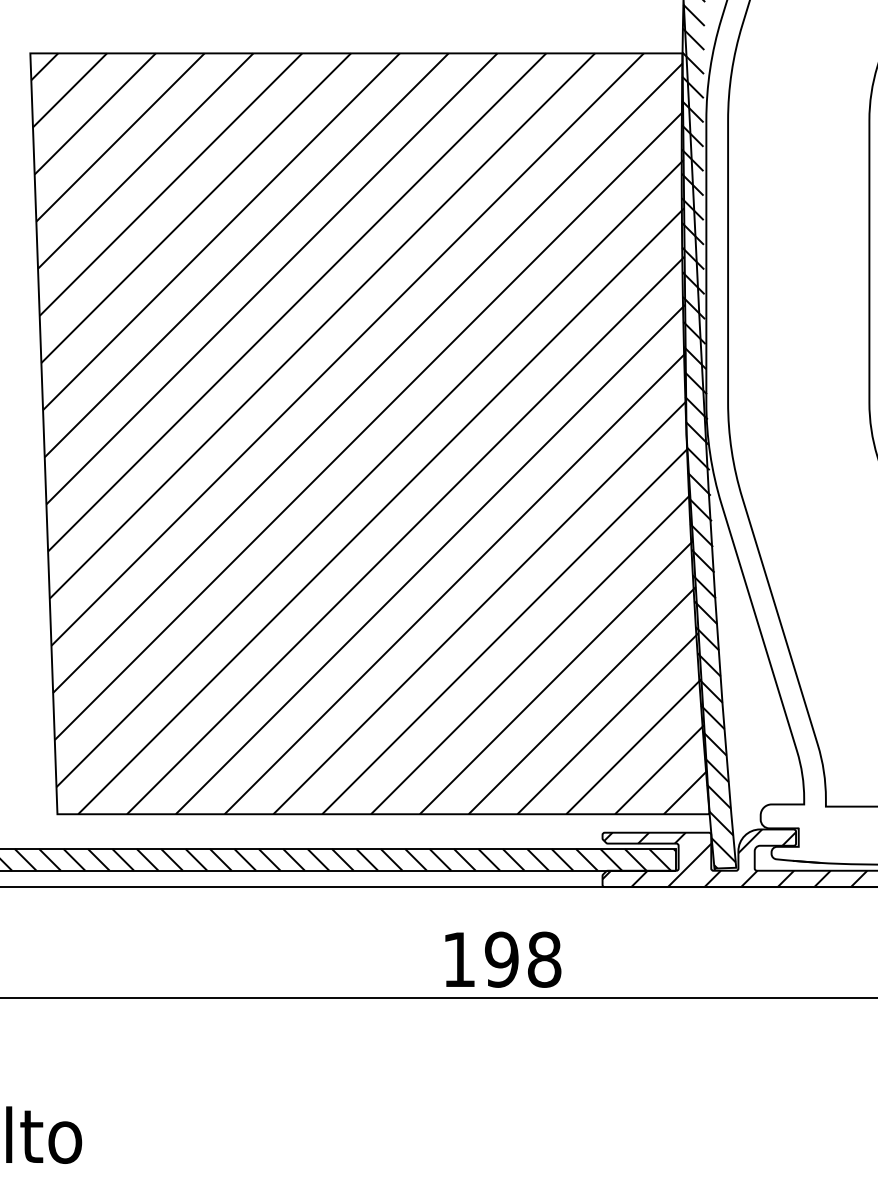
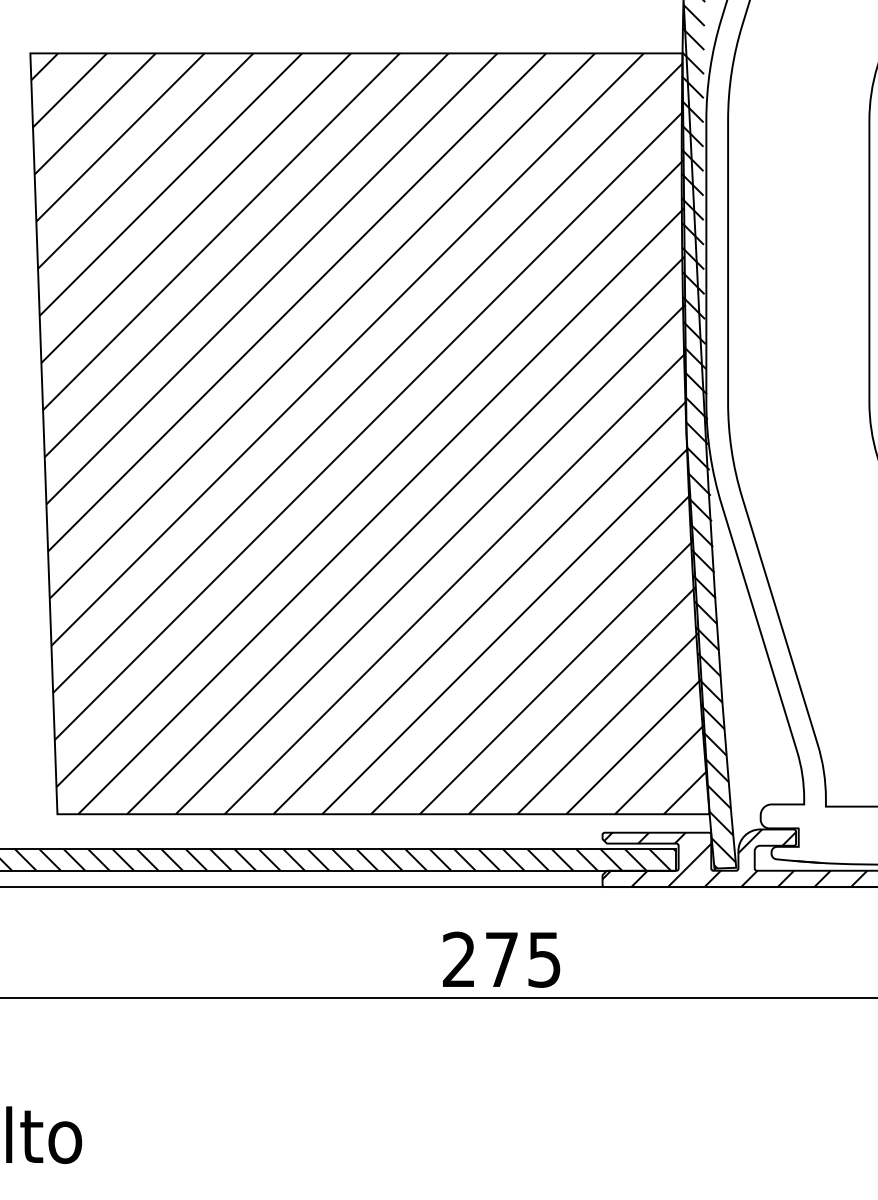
text at (502, 959): 198 -> 275
